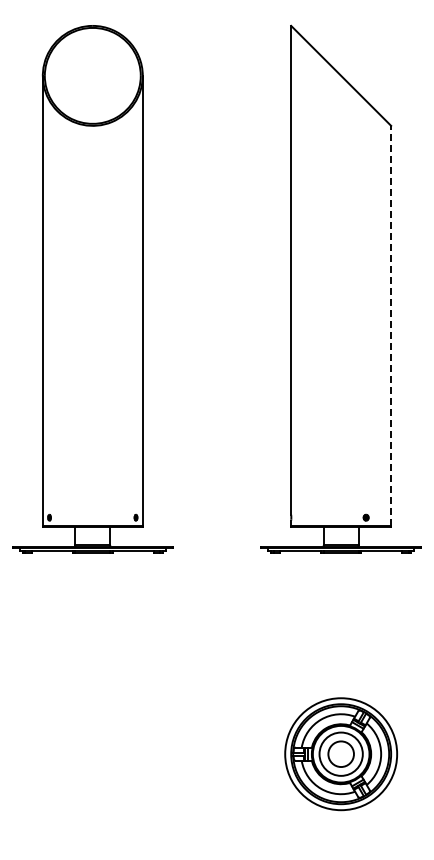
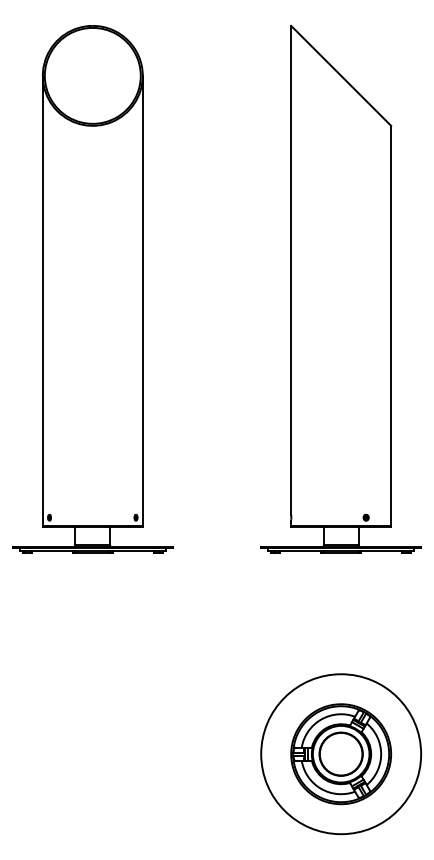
line at (391, 325): dashed -> solid
circle at (340, 754) diameter: 26 px -> 43 px
circle at (341, 754) diameter: 112 px -> 160 px
